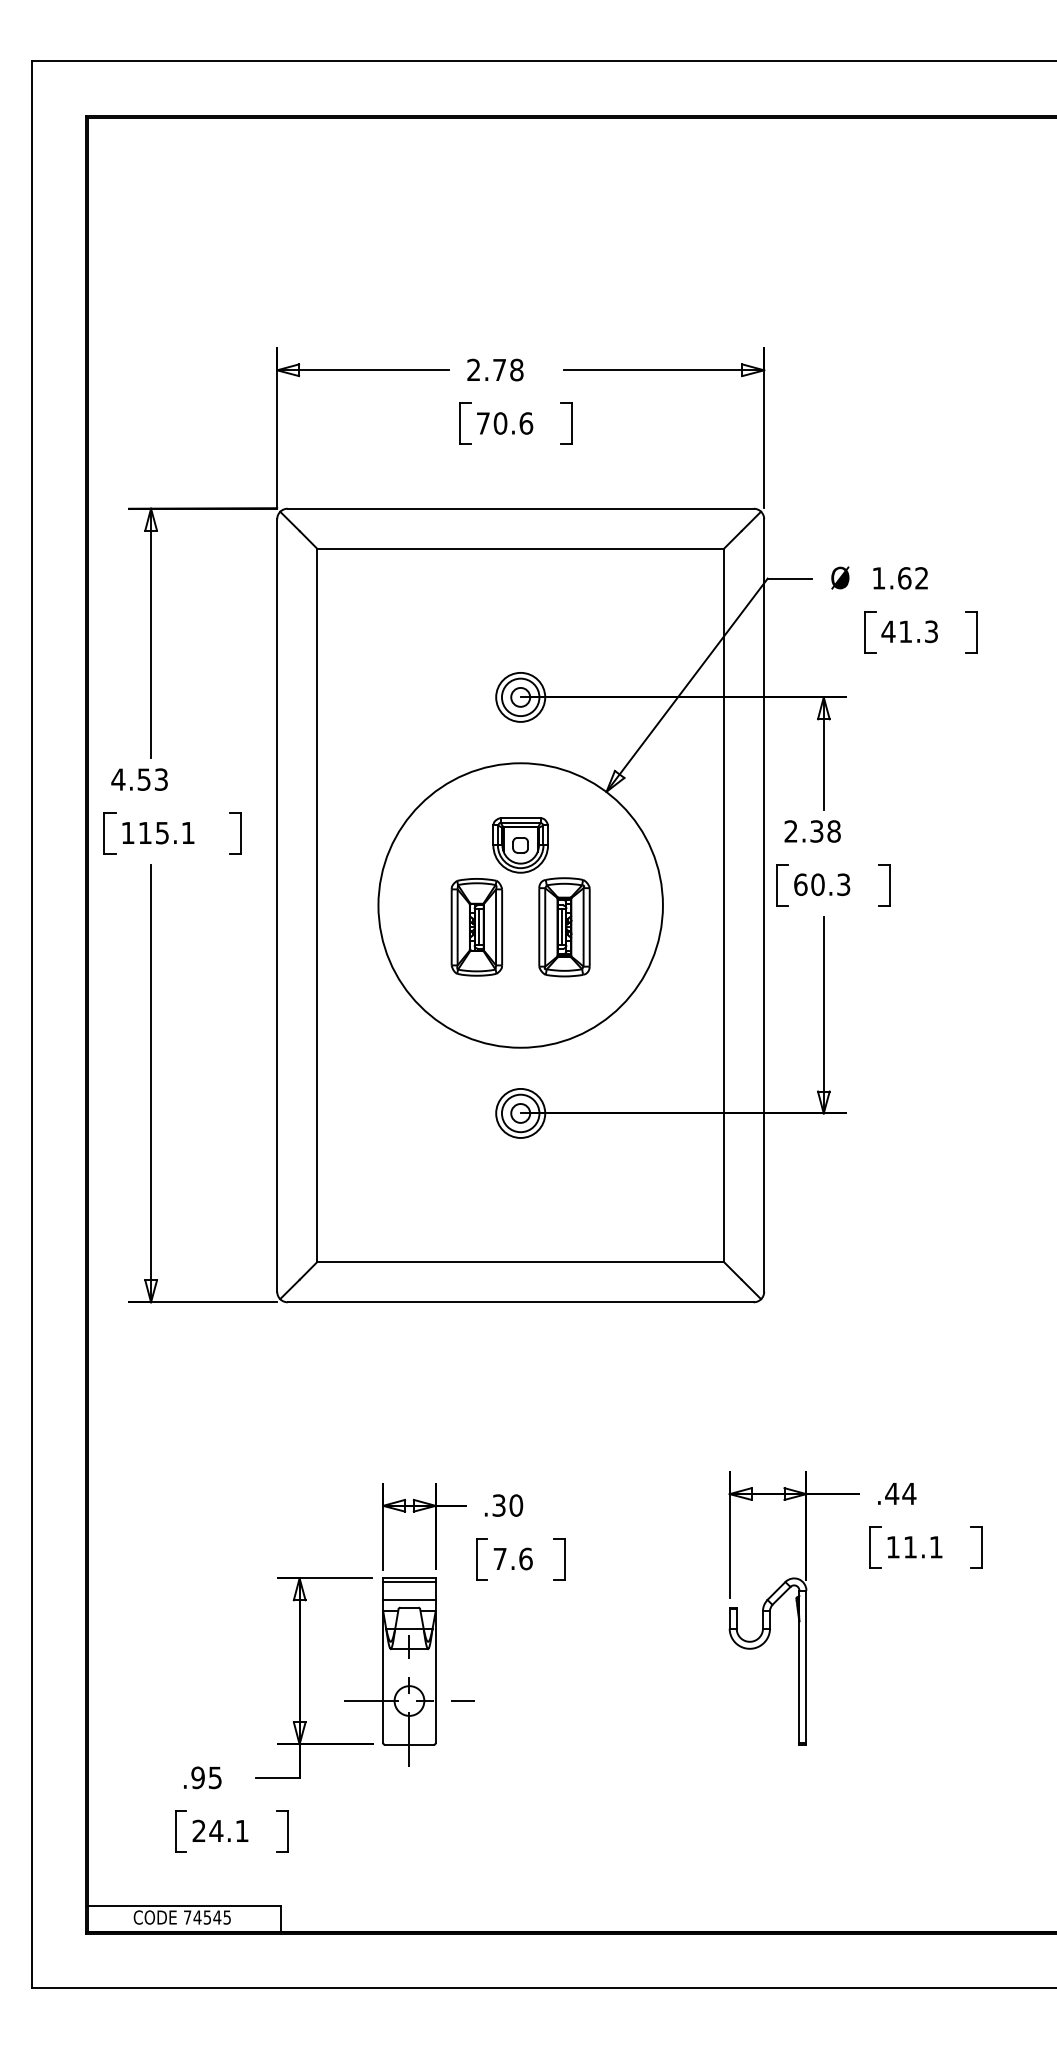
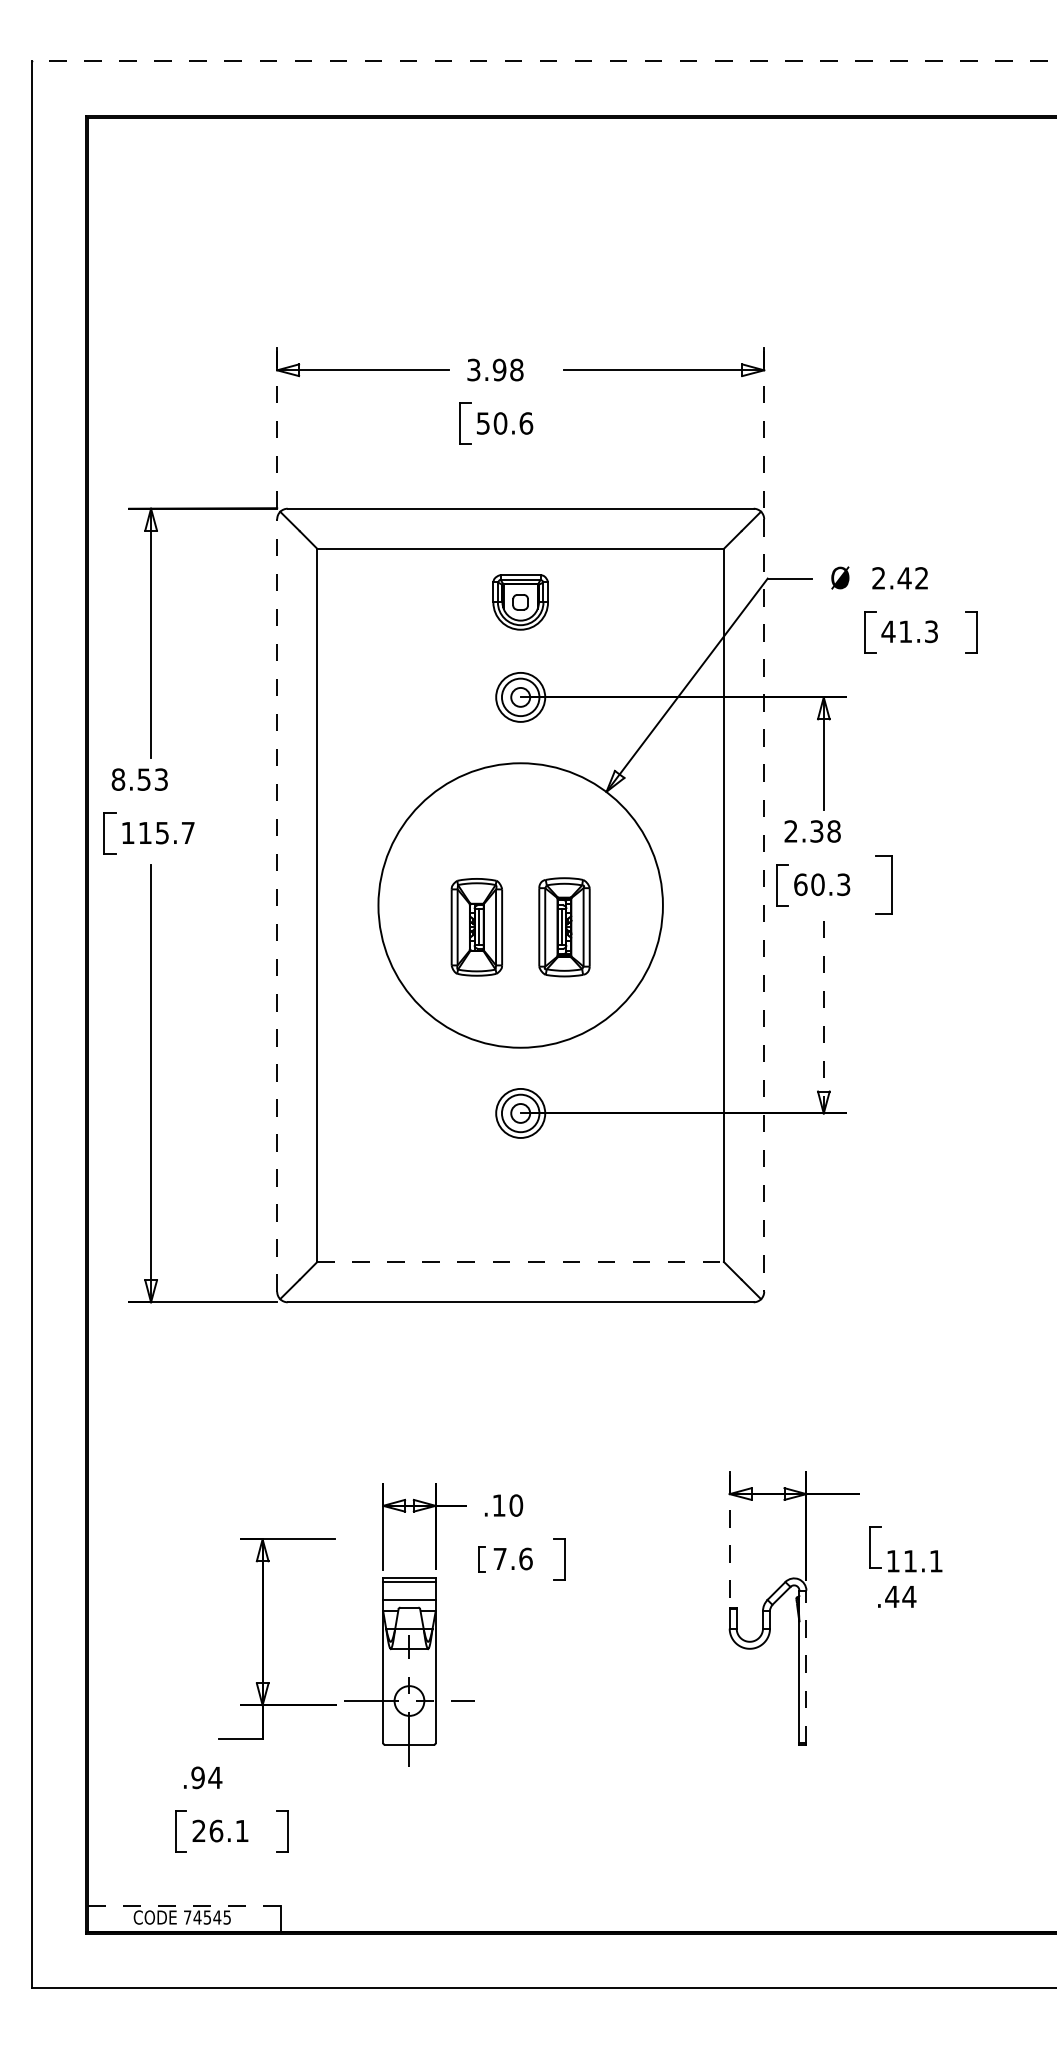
line at (543, 61): solid -> dashed
text at (486, 369): 2.78 -> 3.98
text at (482, 423): 70.6 -> 50.6
part at (566, 423): present -> none
line at (277, 428): solid -> dashed
line at (764, 428): solid -> dashed
text at (891, 578): 1.62 -> 2.42
text at (118, 779): 4.53 -> 8.53
text at (188, 832): 115.1 -> 115.7
part at (235, 833): present -> none
part at (520, 845) position: (520, 845) -> (520, 602)
part at (884, 885) size: 13x43 px -> 18x60 px
line at (277, 905): solid -> dashed
line at (764, 906): solid -> dashed
line at (823, 1014): solid -> dashed
line at (521, 1262): solid -> dashed
text at (897, 1493) position: (897, 1493) -> (897, 1596)
text at (498, 1505): .30 -> .10
line at (729, 1535): solid -> dashed
text at (914, 1547) position: (914, 1547) -> (914, 1561)
part at (976, 1547): present -> none
part at (481, 1559) size: 12x43 px -> 8x27 px
line at (806, 1666): solid -> dashed
part at (300, 1677) position: (300, 1677) -> (263, 1638)
text at (215, 1777): .95 -> .94
text at (216, 1830): 24.1 -> 26.1
line at (185, 1905): solid -> dashed
